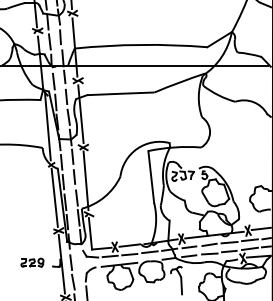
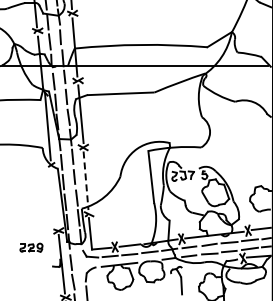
line at (86, 181): solid -> dashed
line at (54, 197): present -> none
part at (32, 262) position: (32, 262) -> (31, 247)
